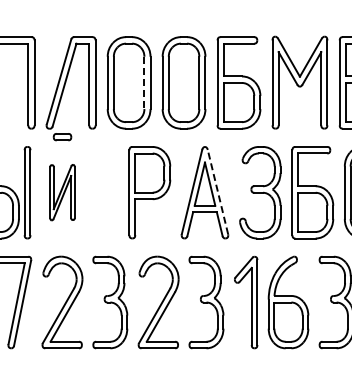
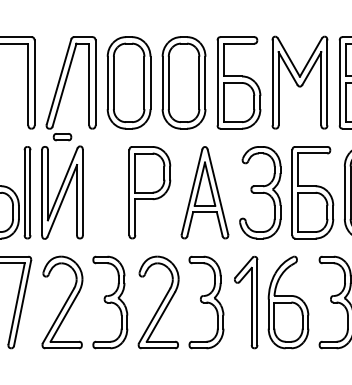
line at (144, 83): dashed -> solid
line at (217, 191): dashed -> solid
part at (62, 192) size: 27x58 px -> 43x95 px
